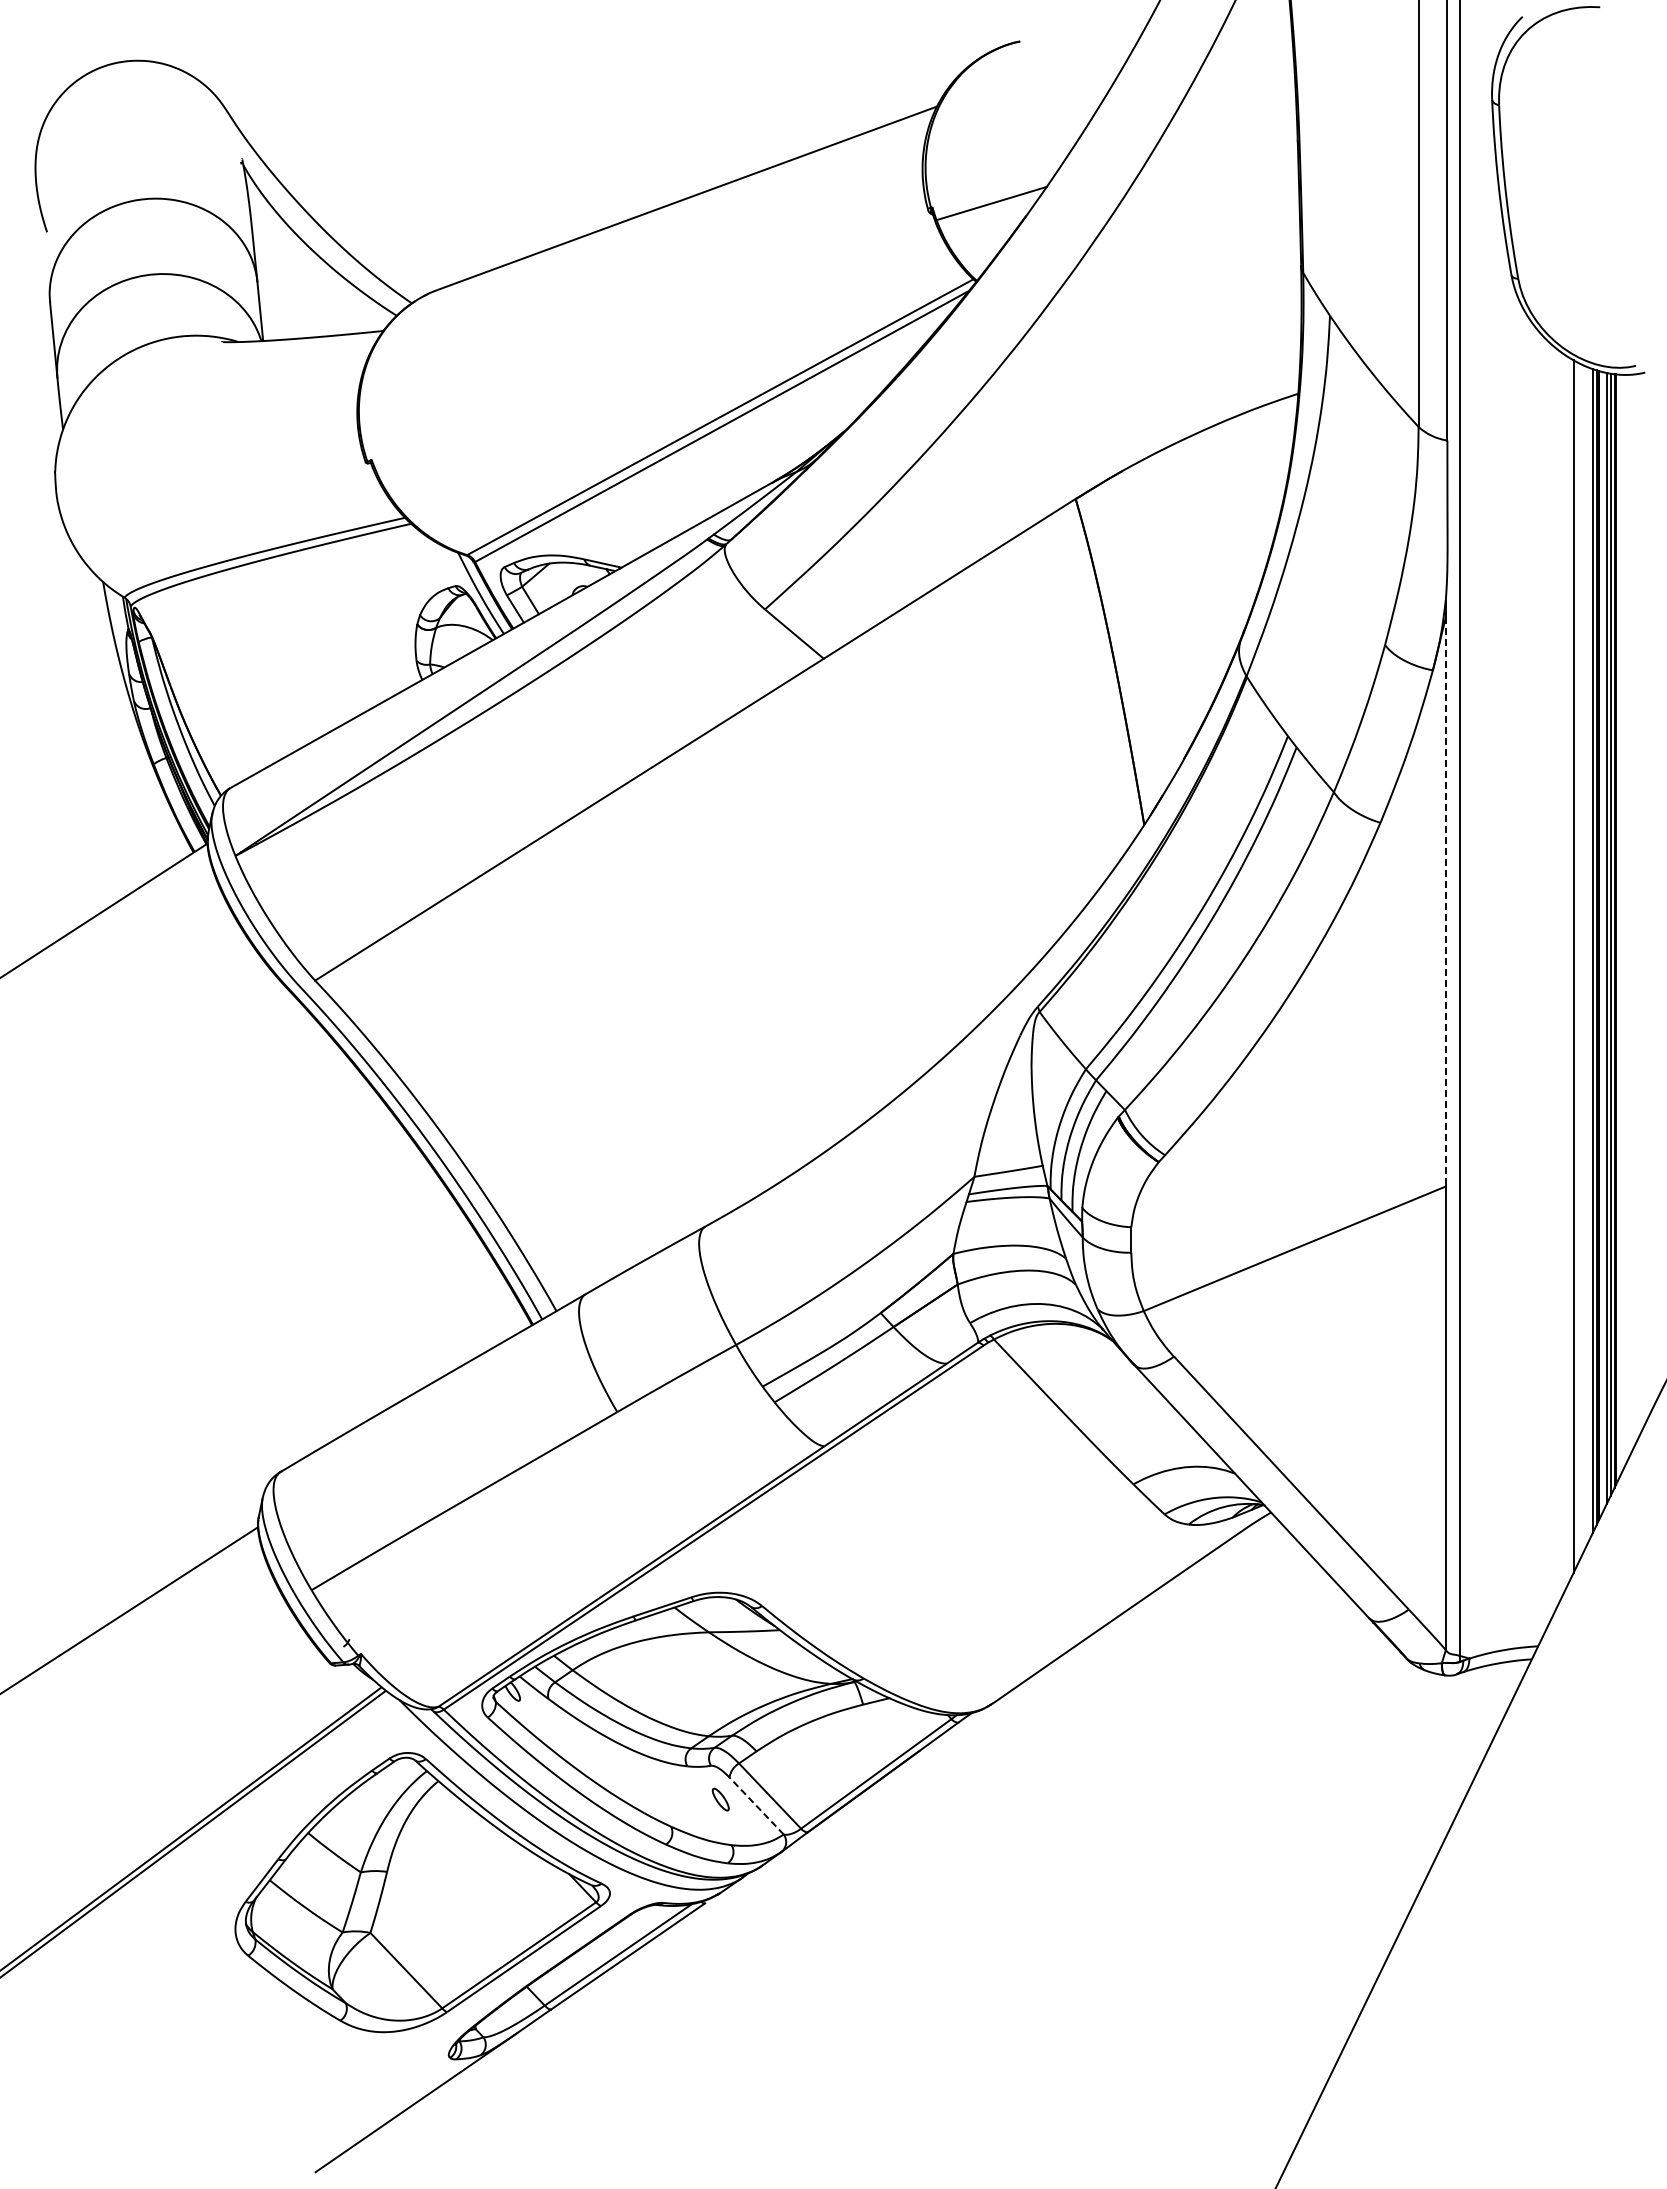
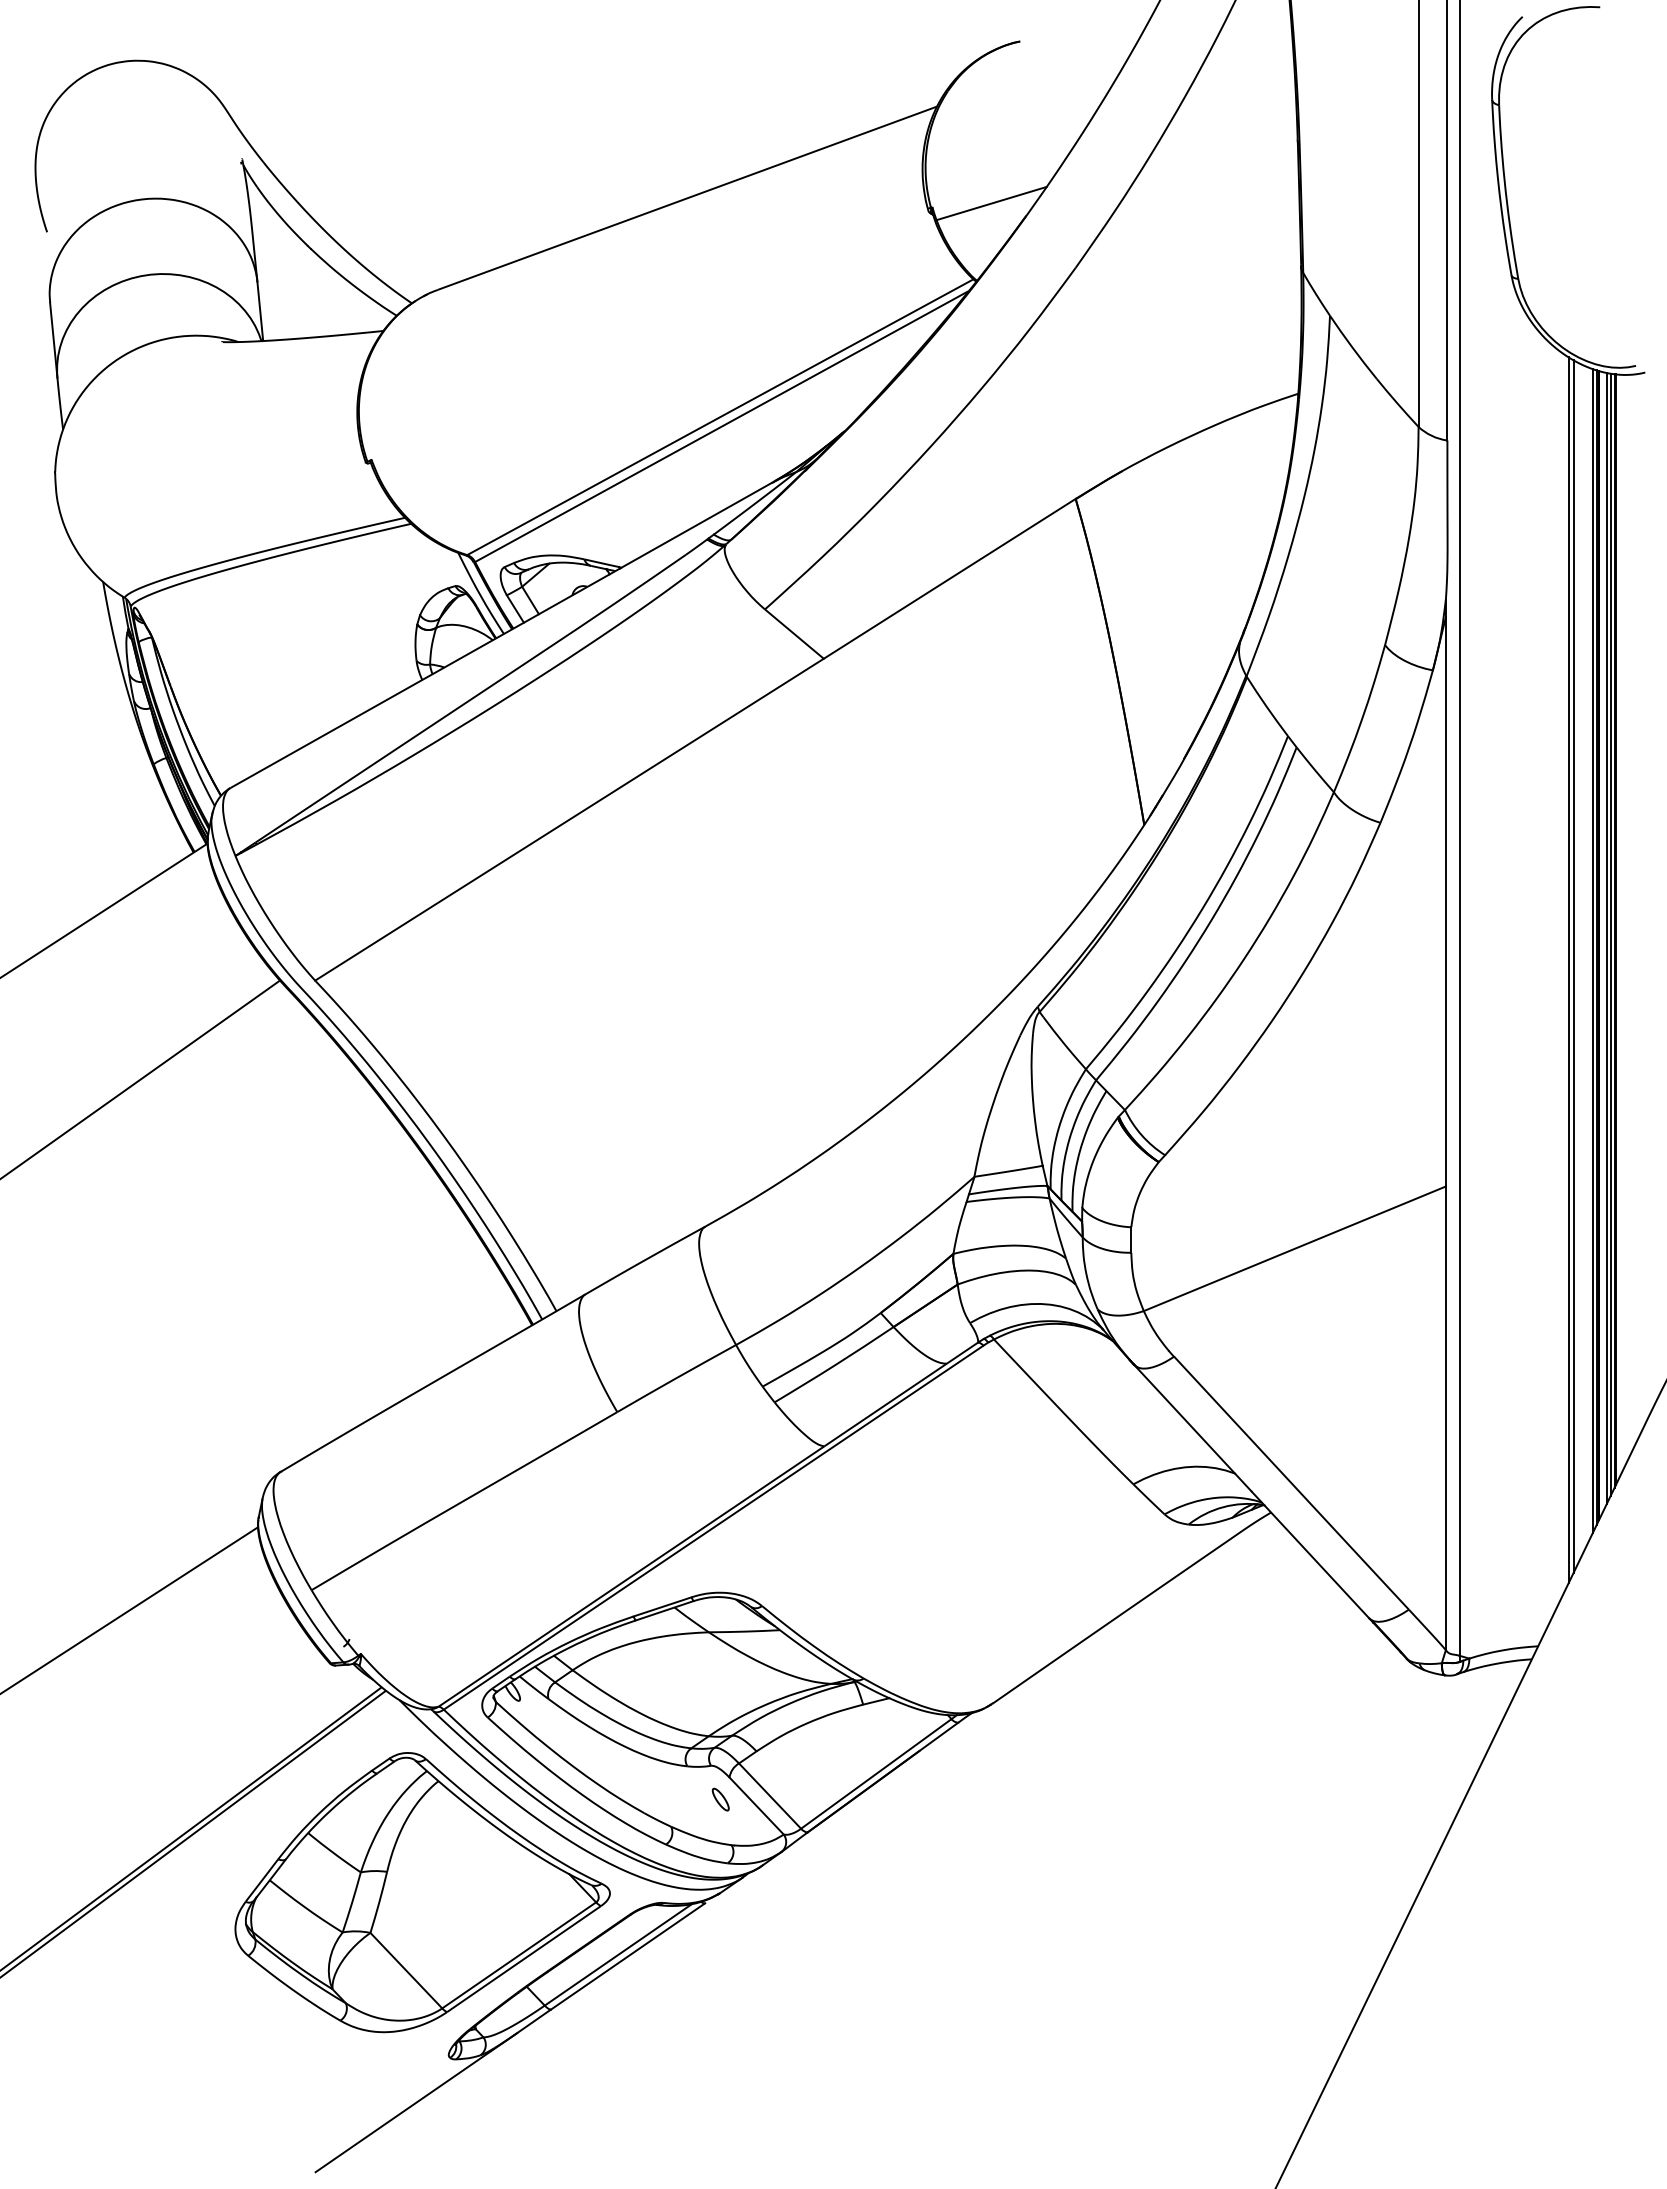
line at (1445, 901): dashed -> solid
line at (1568, 970): none -> present
line at (141, 1078): none -> present
line at (756, 1805): dashed -> solid
